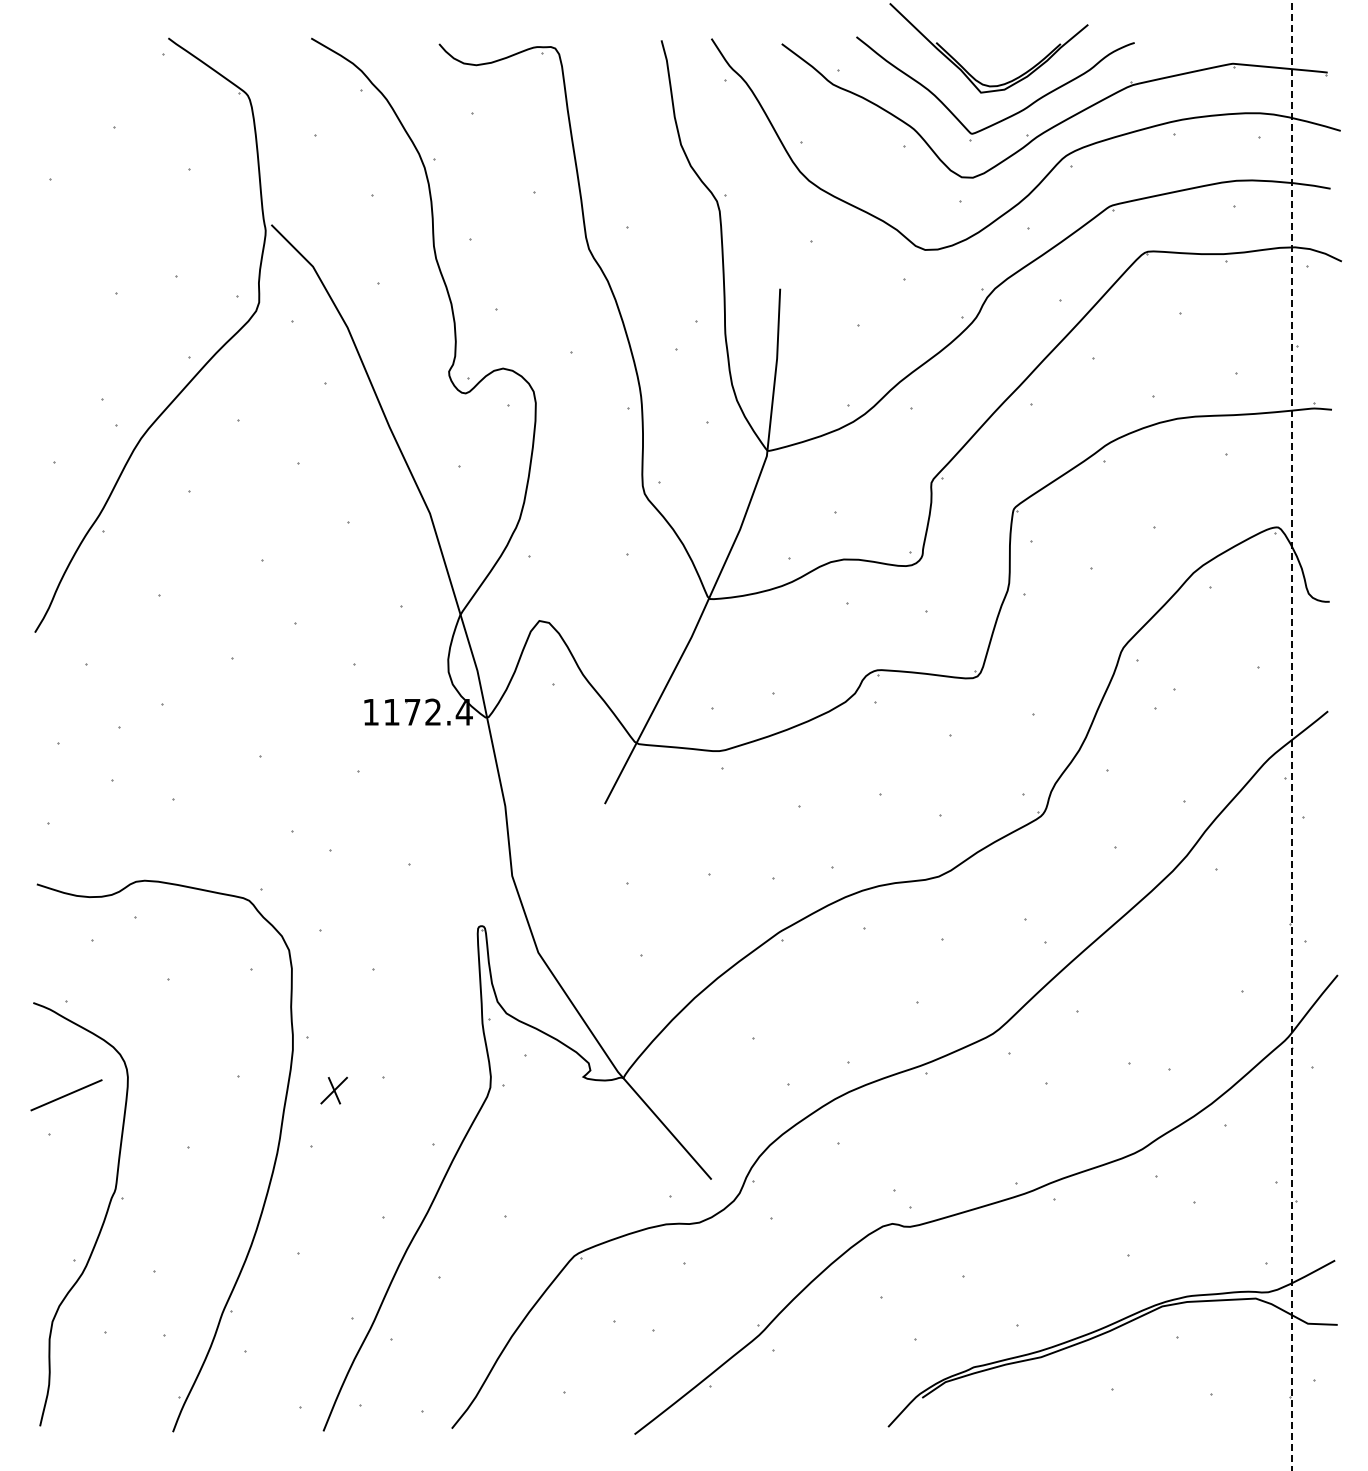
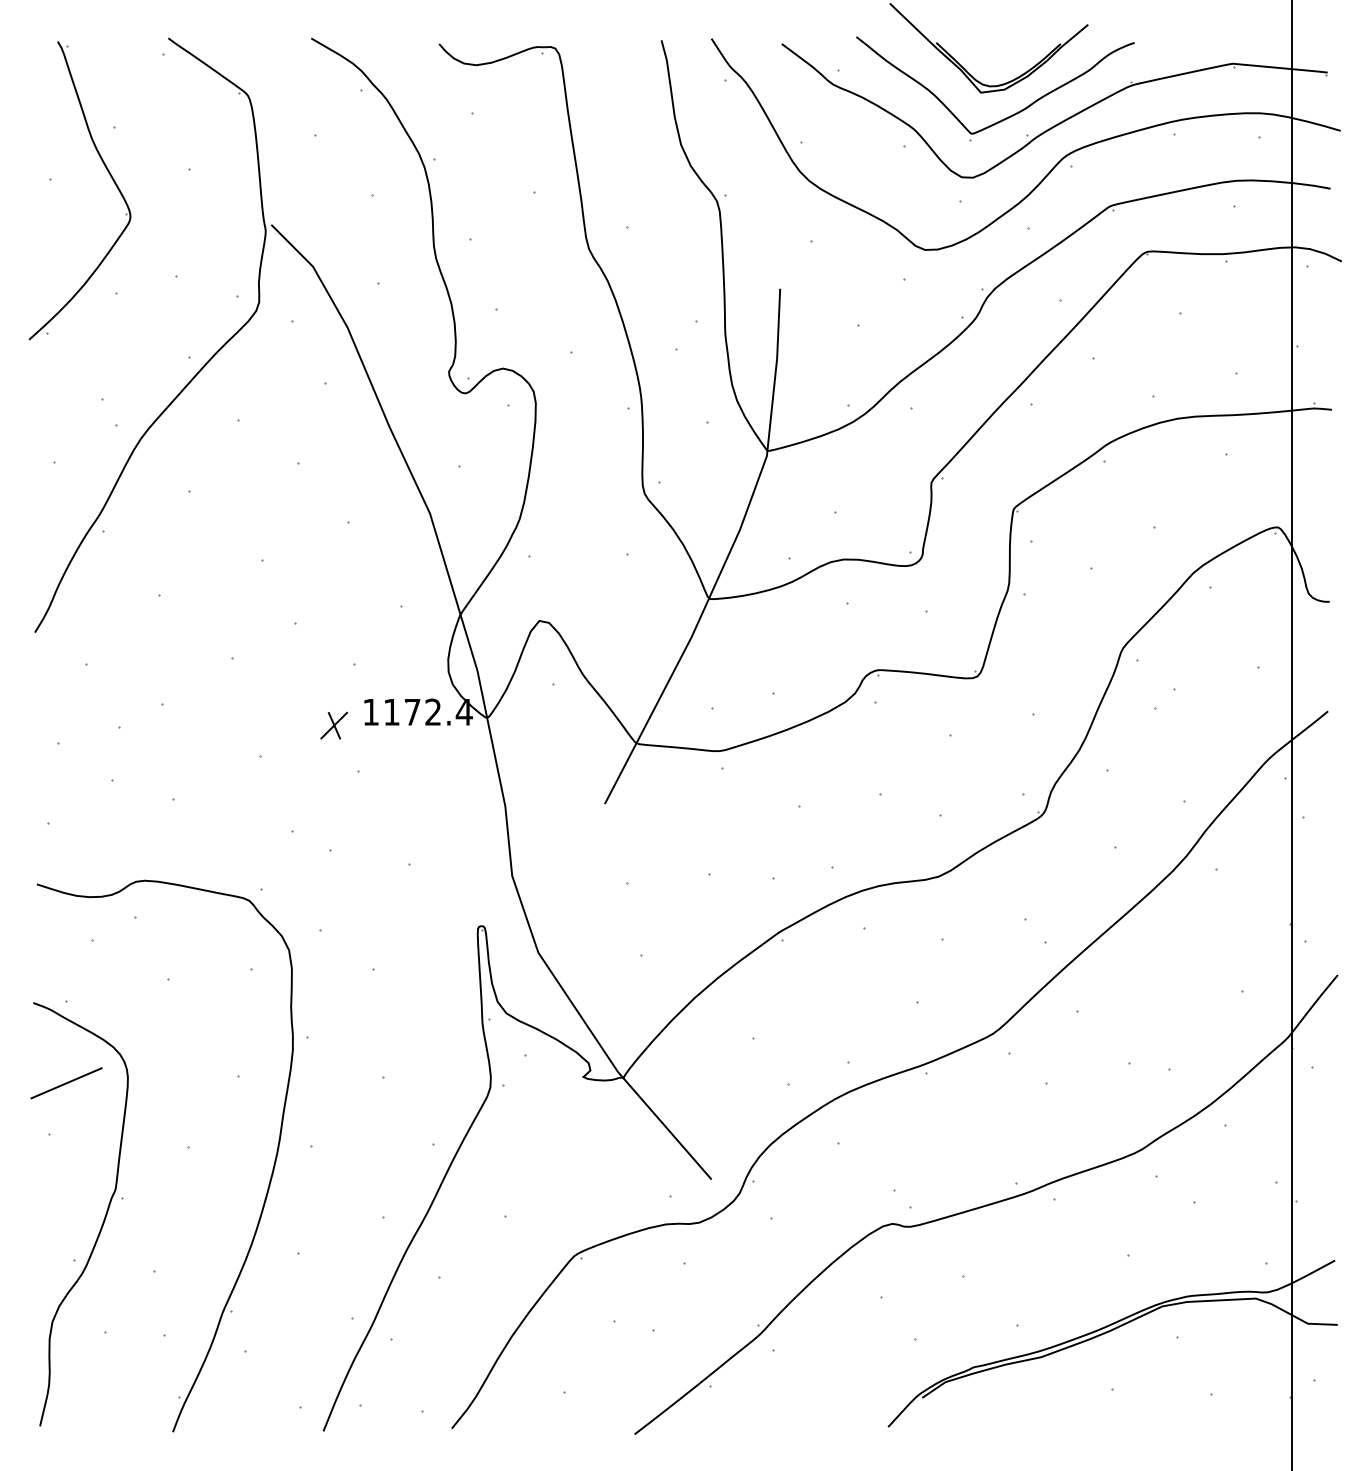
part at (108, 173): none -> present
line at (1292, 735): dashed -> solid
part at (333, 1090) position: (333, 1090) -> (333, 725)
line at (66, 1095) position: (66, 1095) -> (66, 1083)
